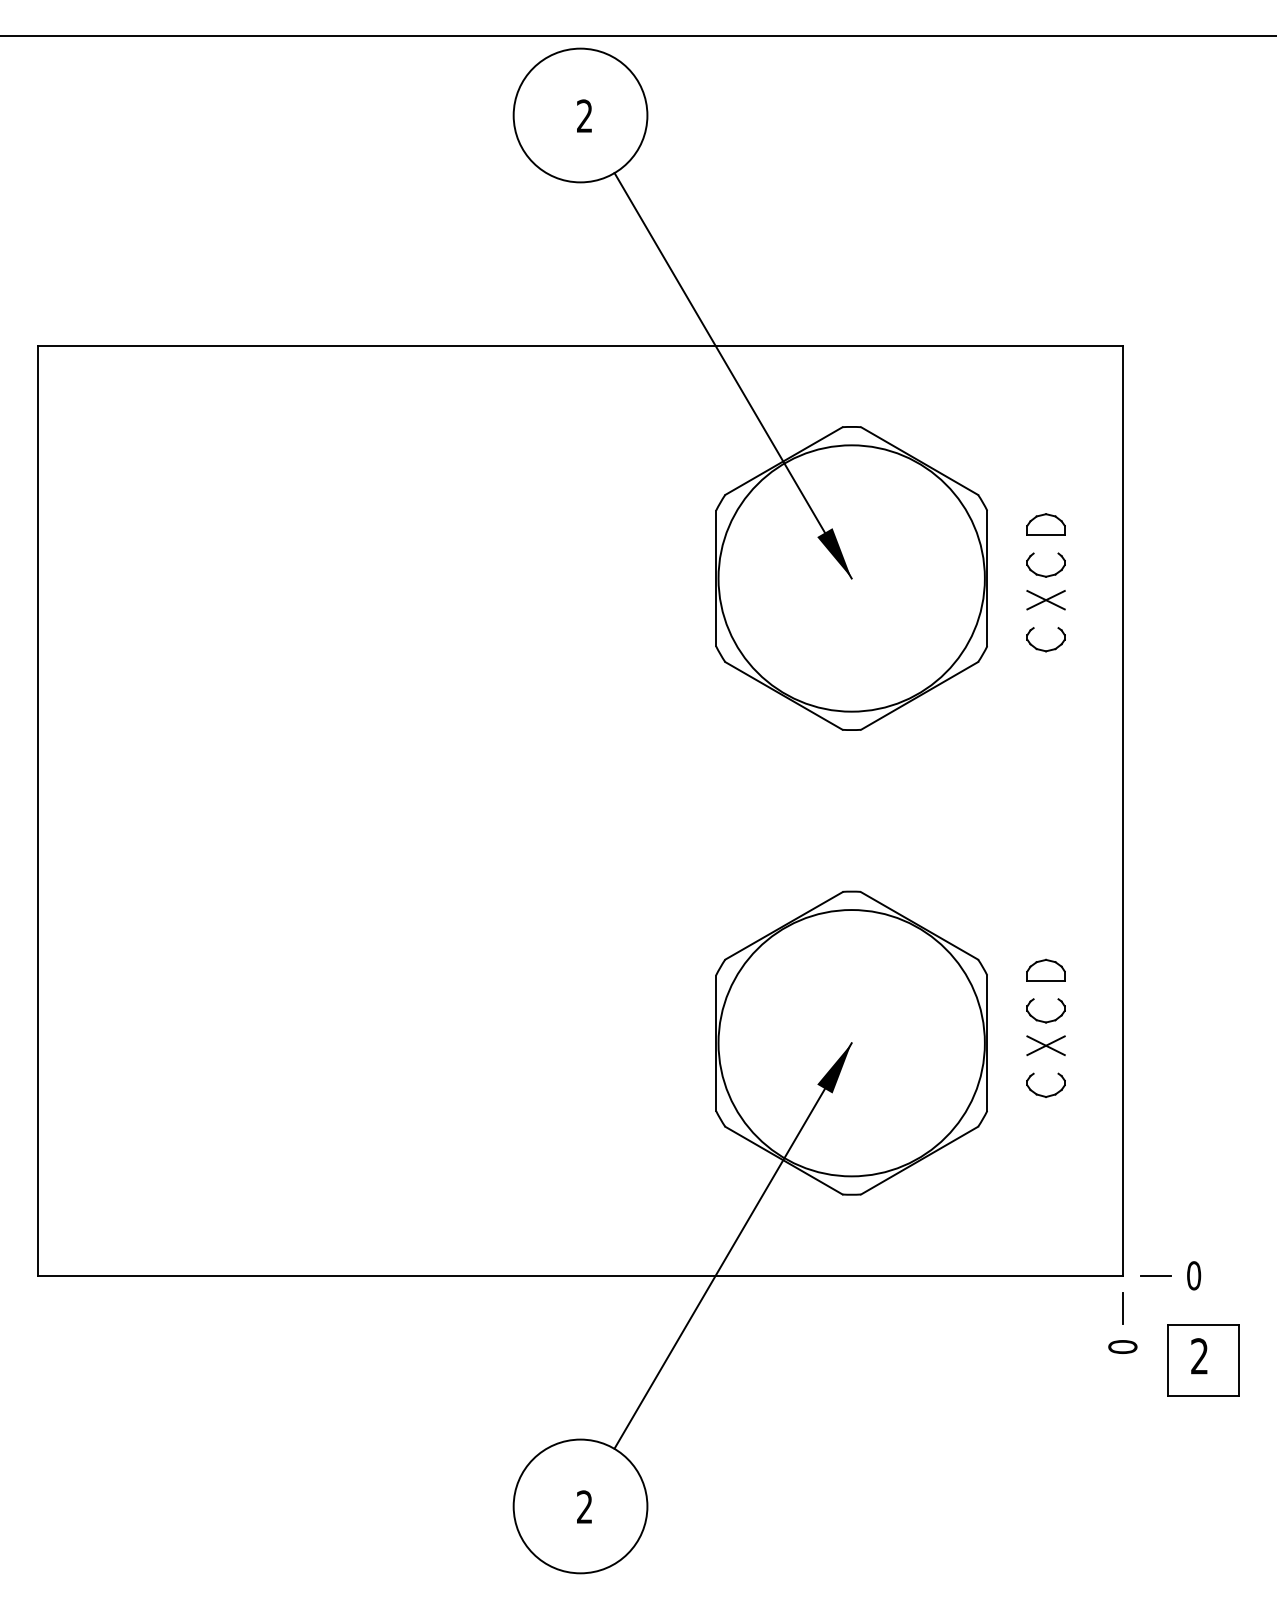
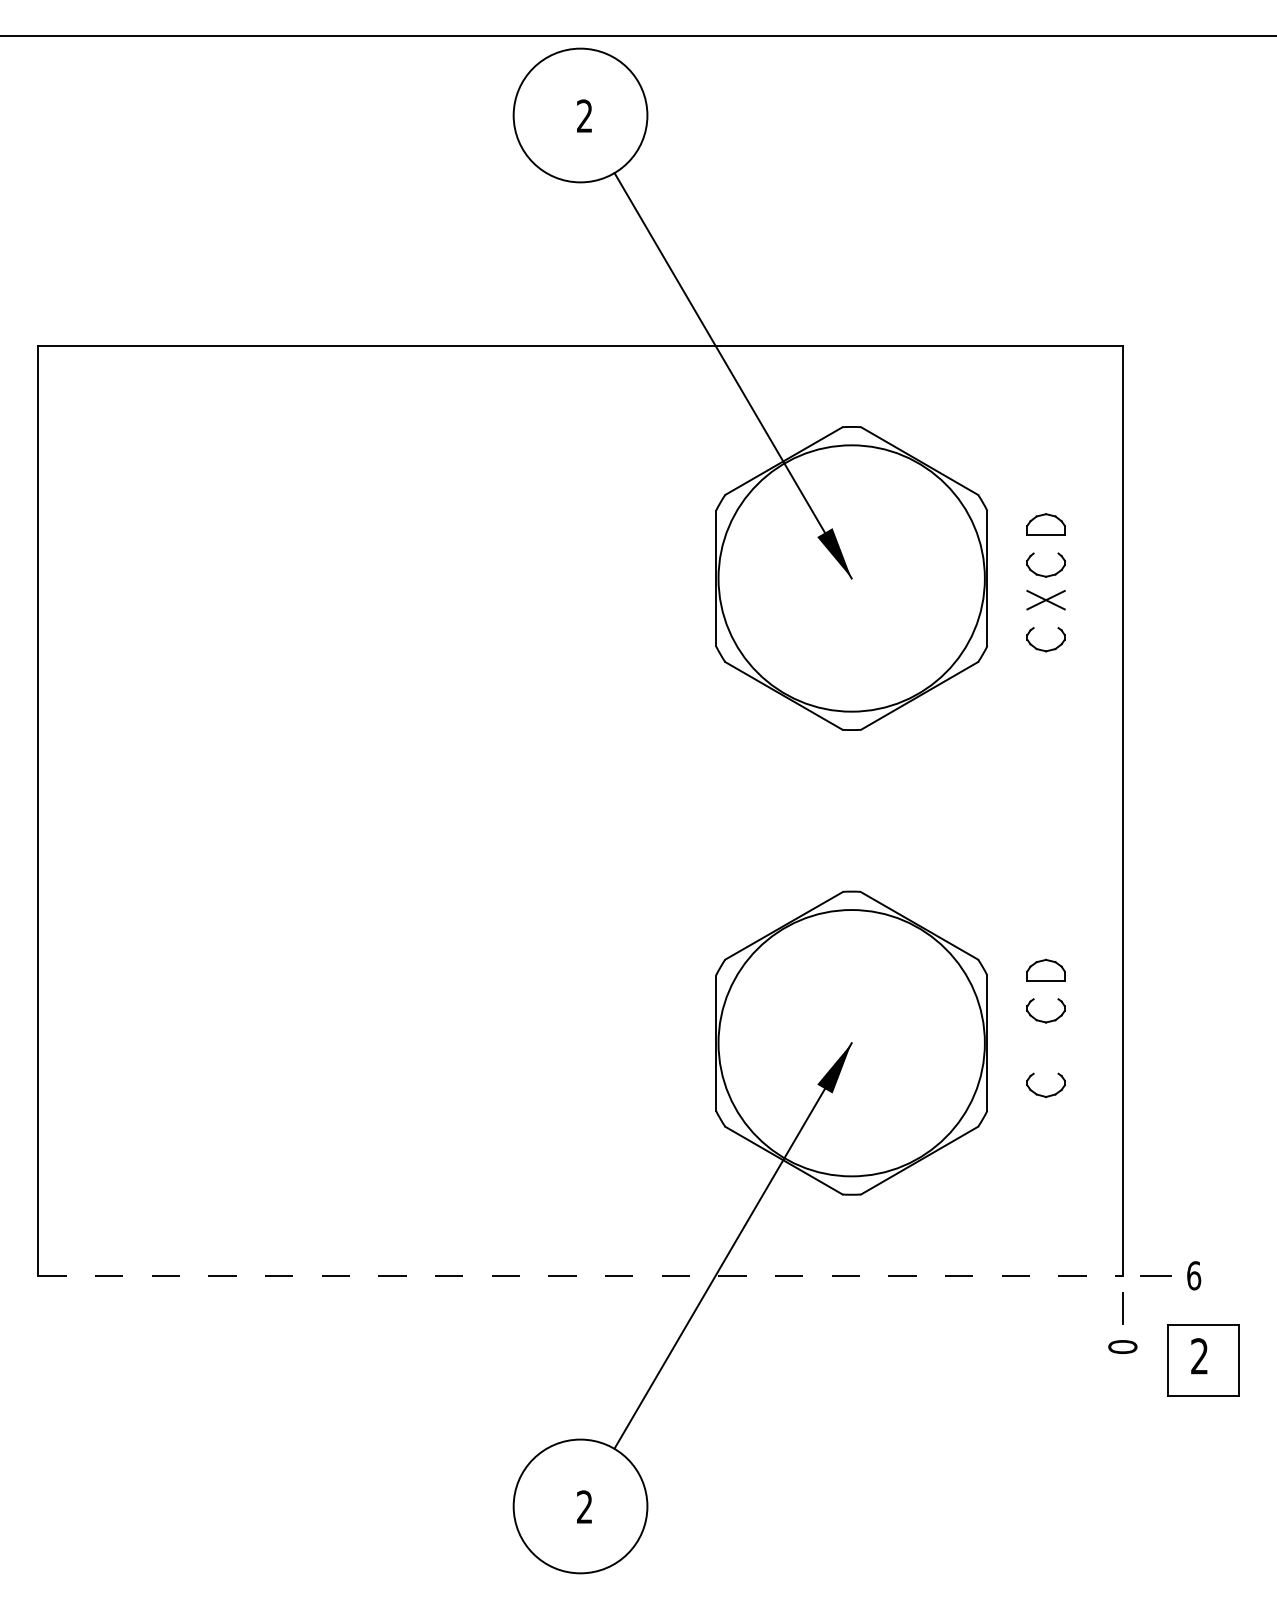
part at (1045, 1045): present -> none
line at (581, 1275): solid -> dashed
text at (1194, 1275): 0 -> 6
